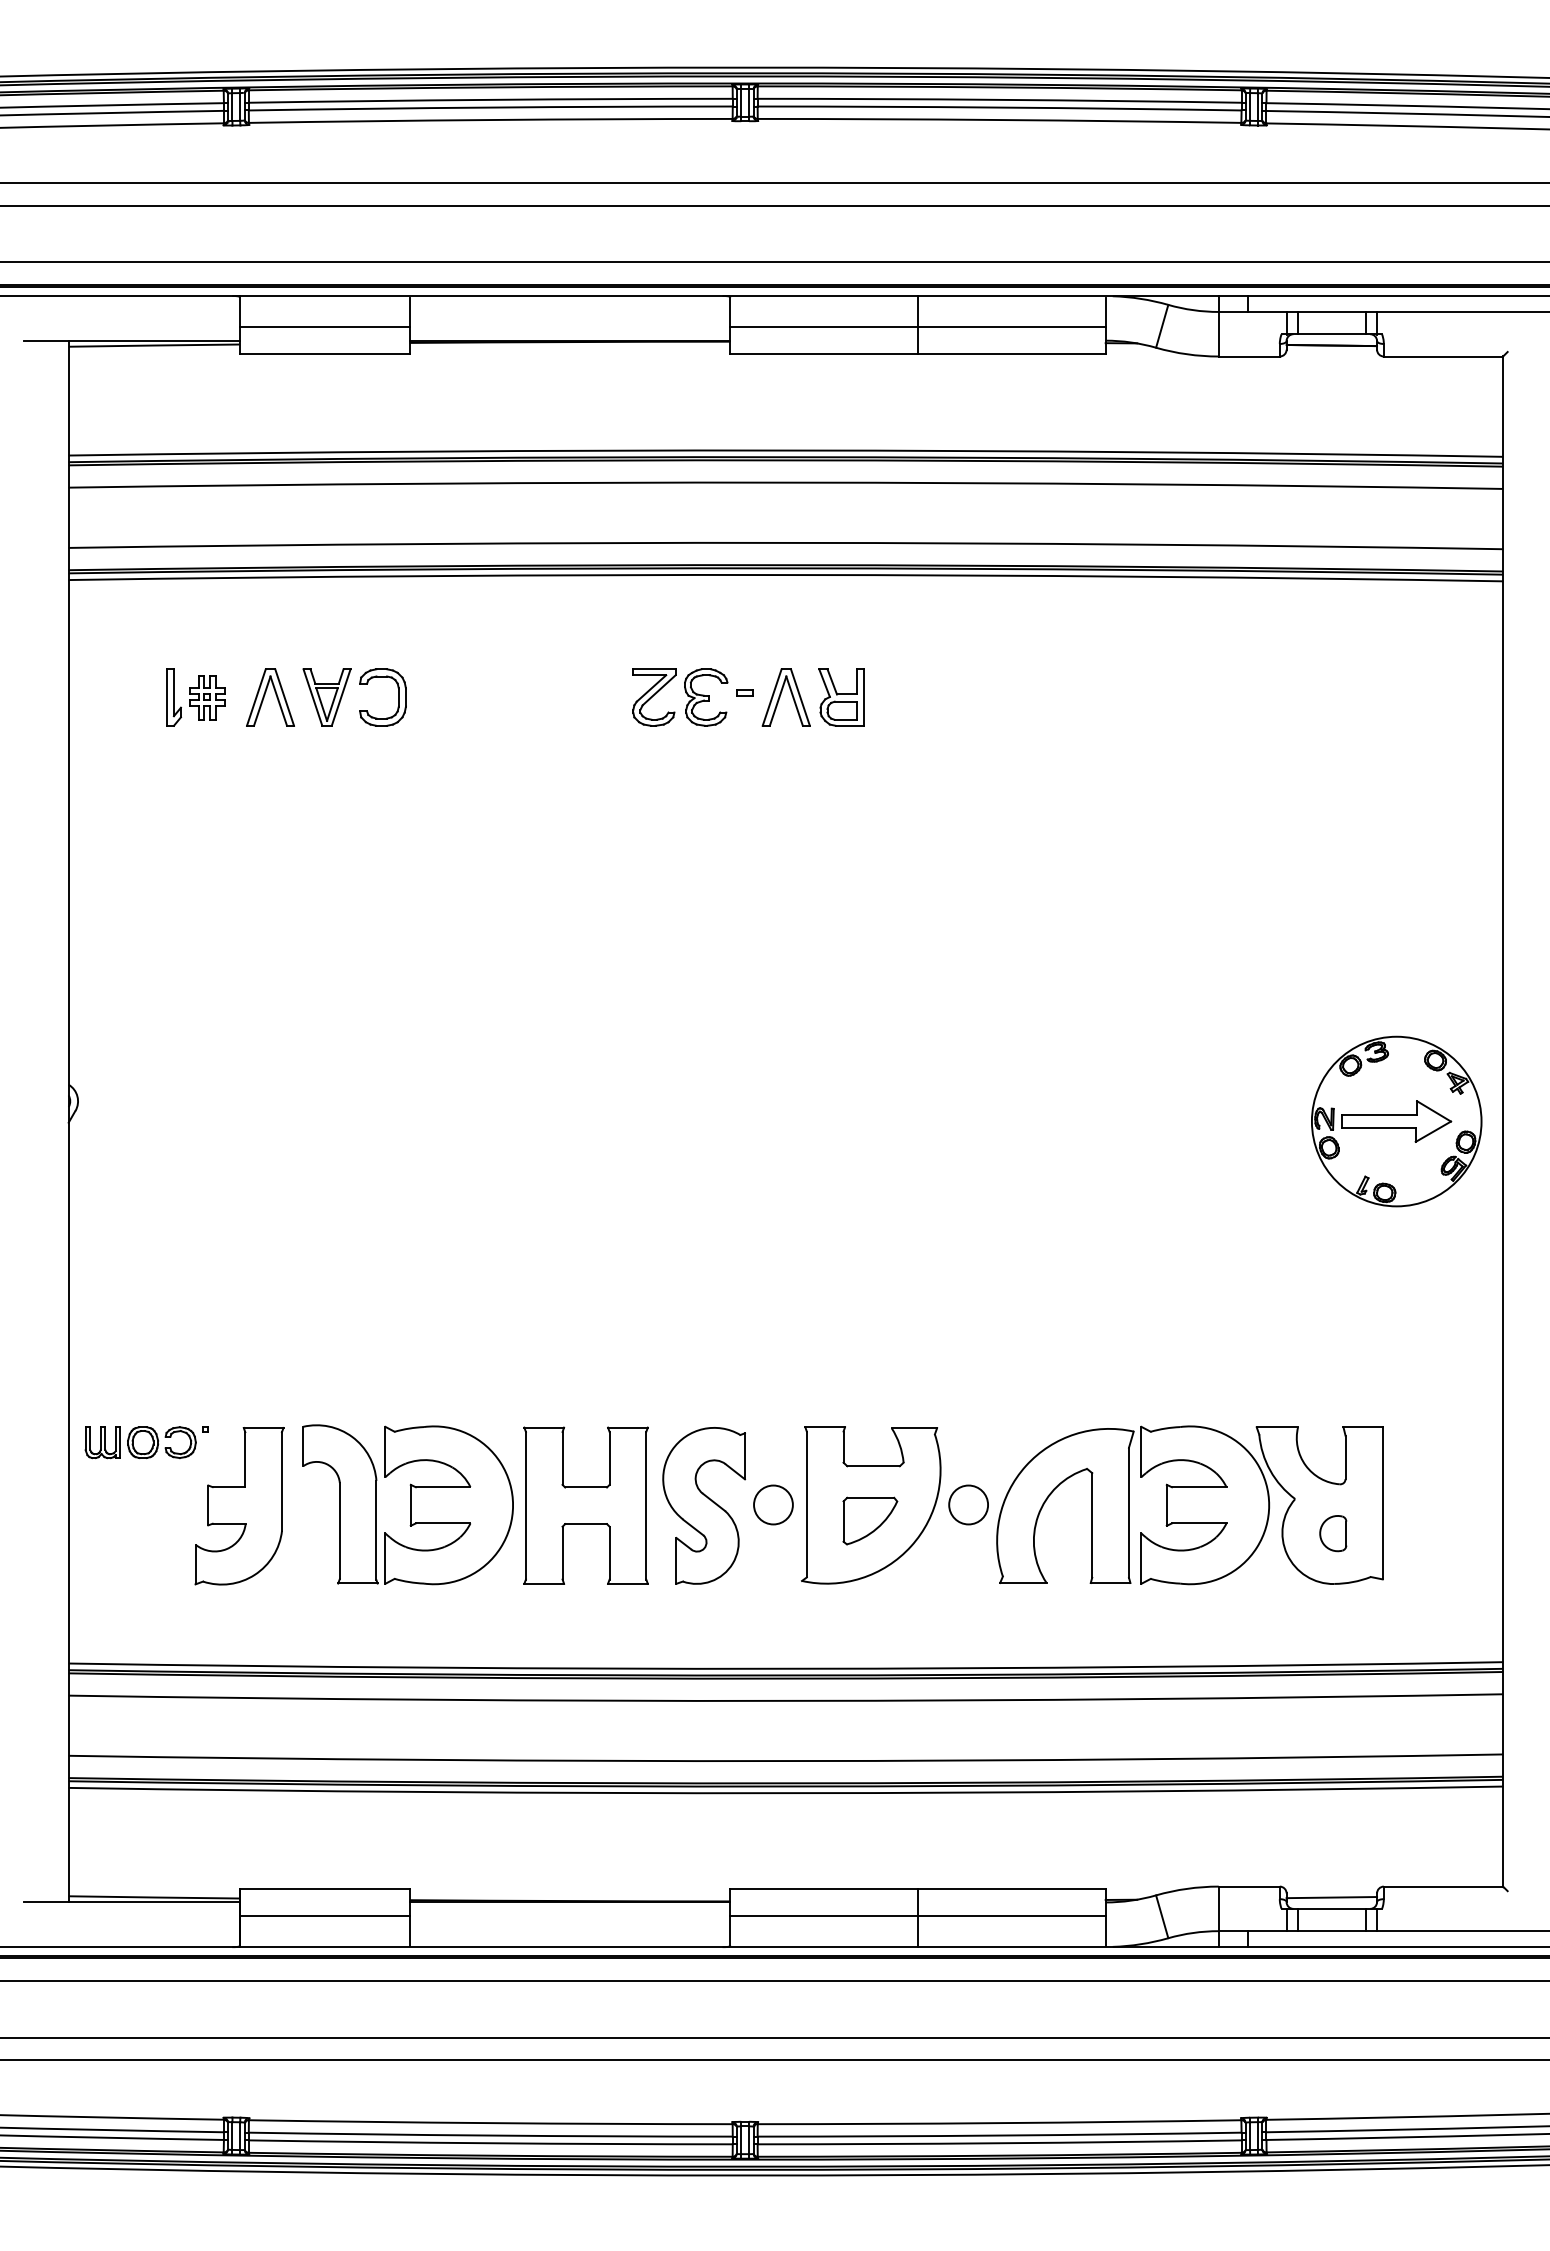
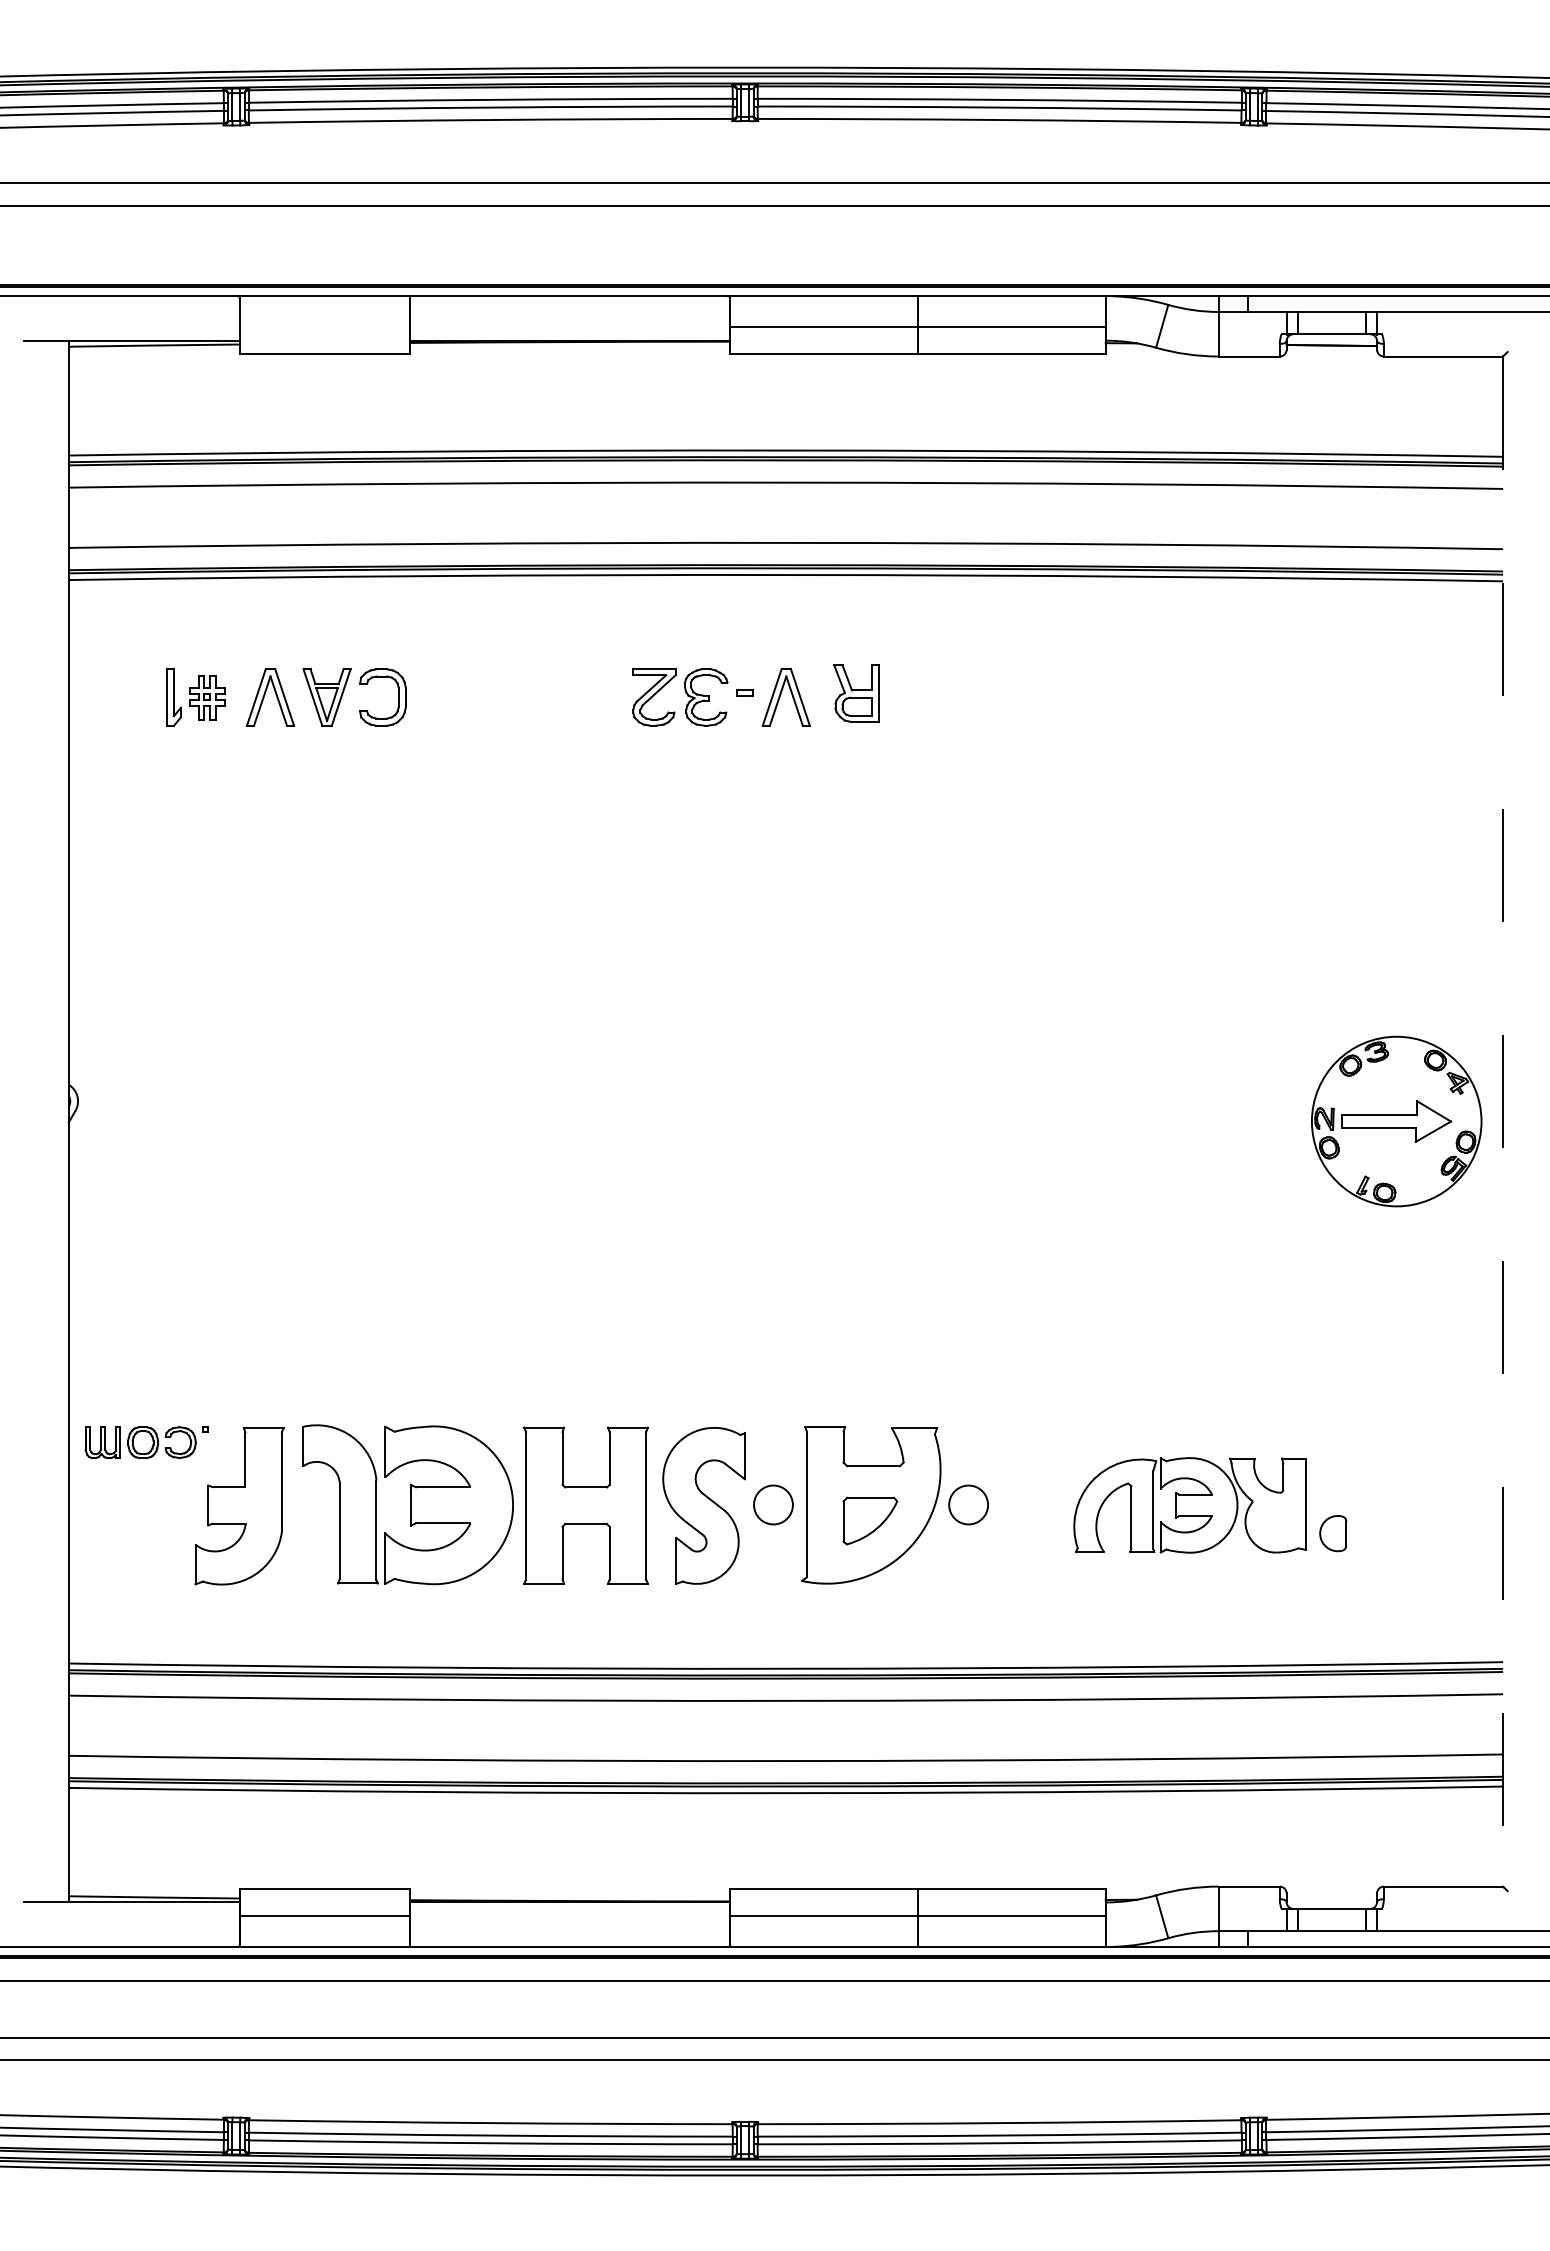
line at (774, 262): present -> none
line at (324, 327): present -> none
part at (841, 697) position: (841, 697) -> (856, 693)
line at (1503, 1122): solid -> dashed
part at (1189, 1505) size: 388x161 px -> 234x97 px
line at (1331, 1897): present -> none
